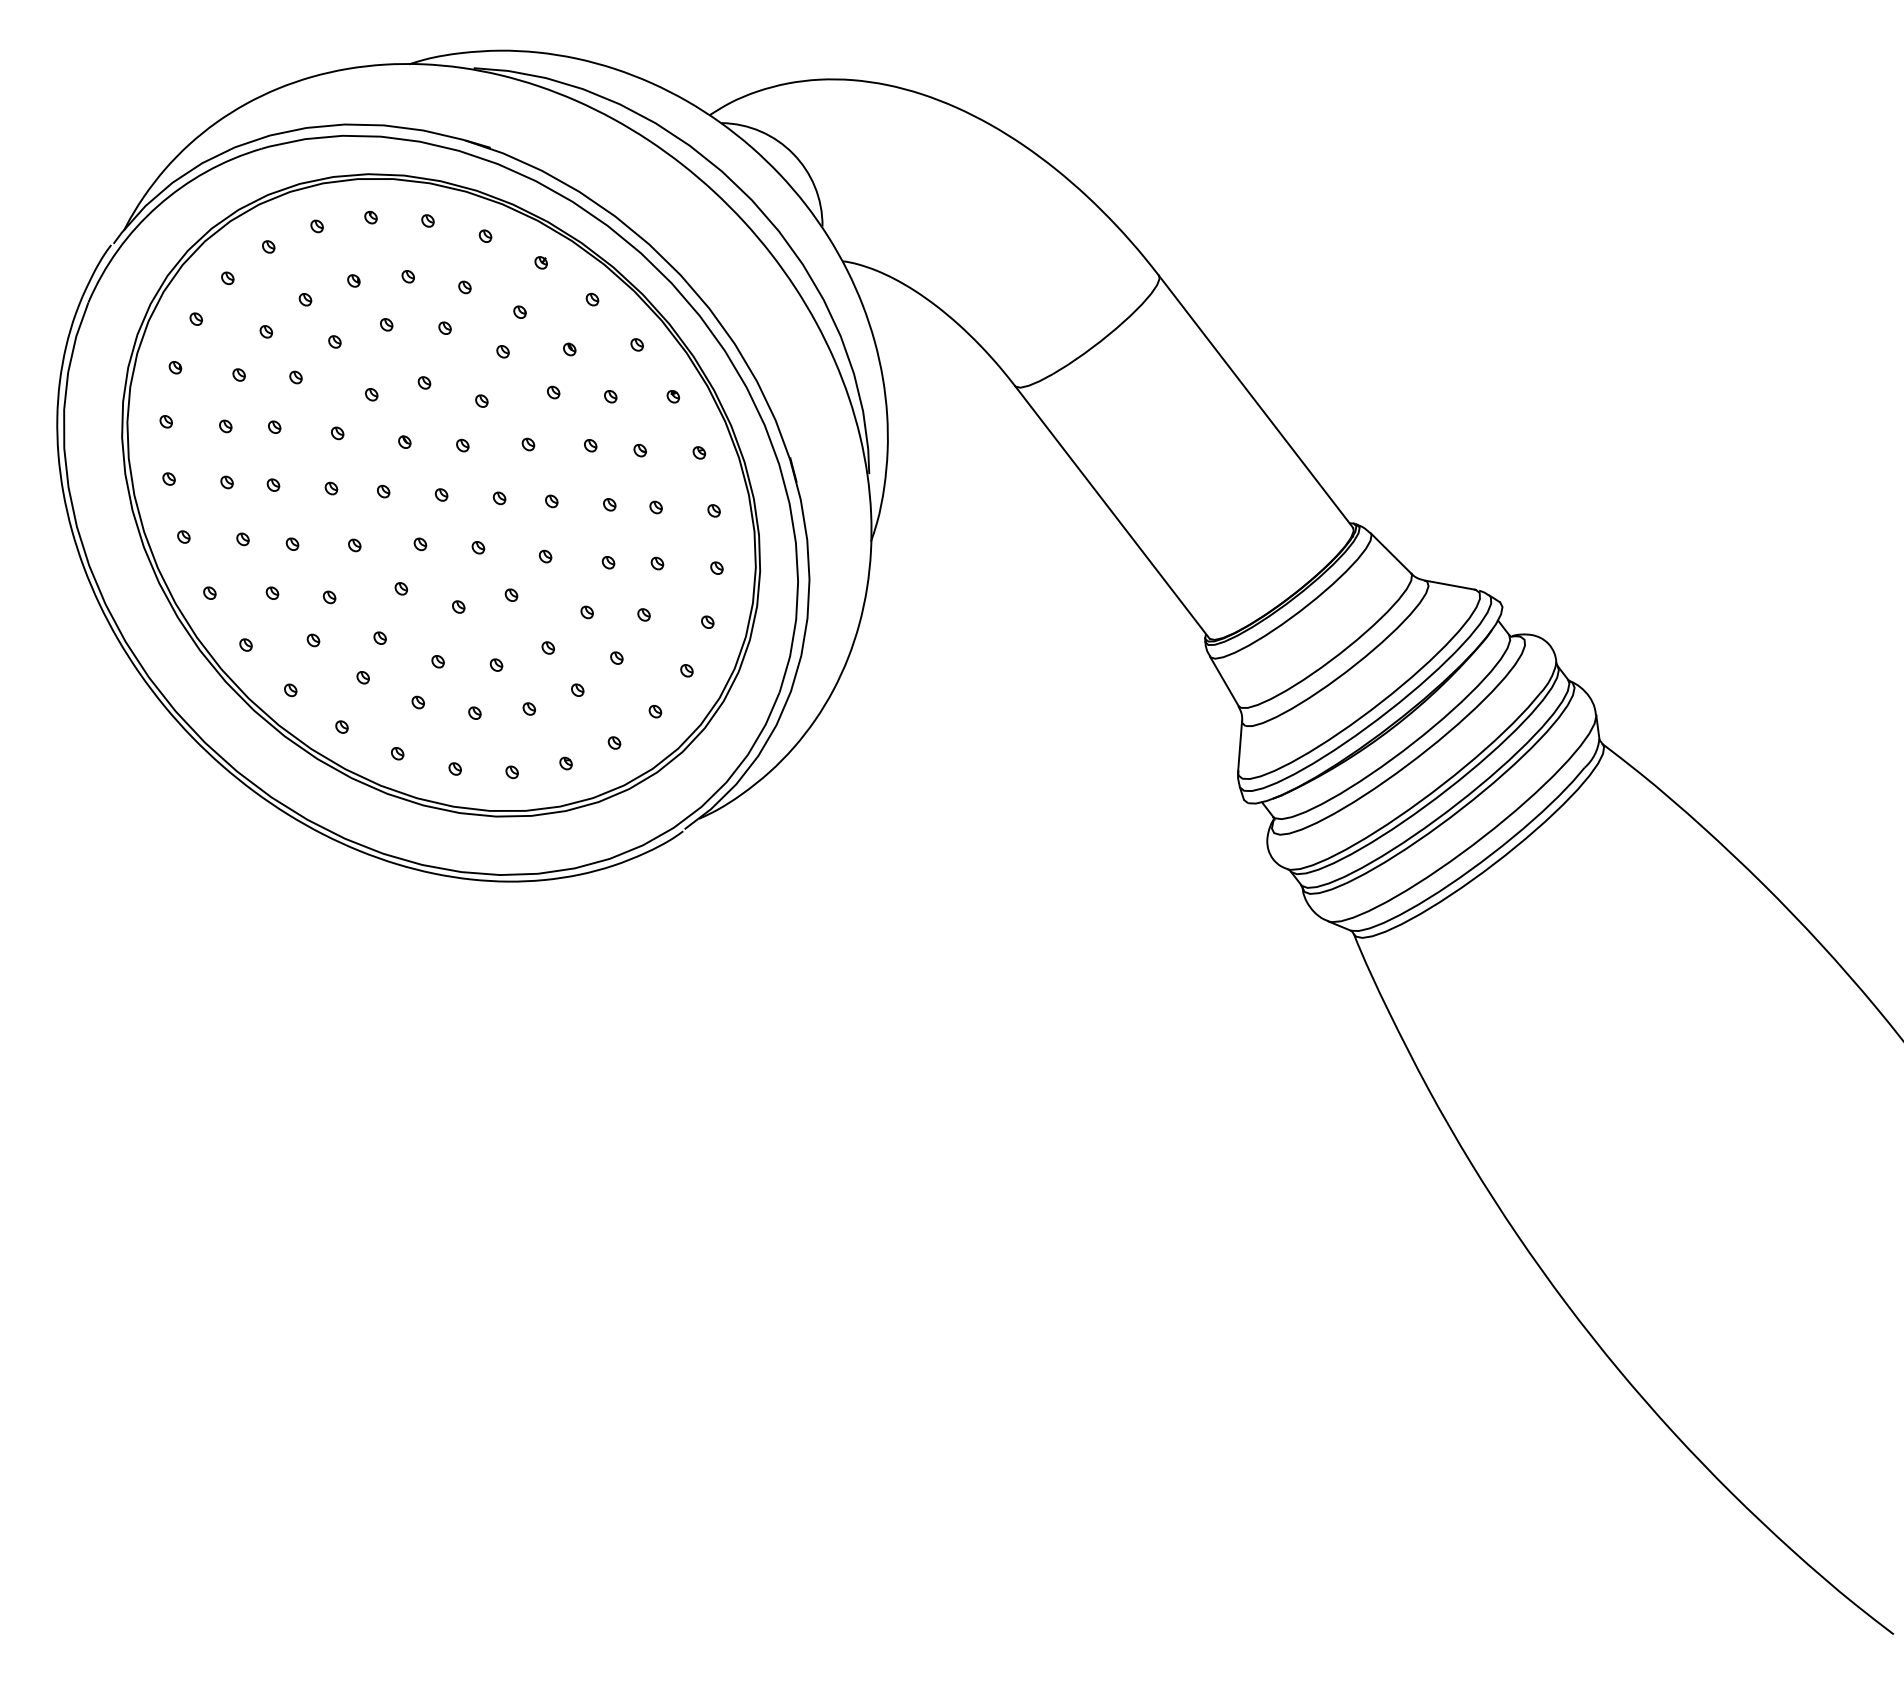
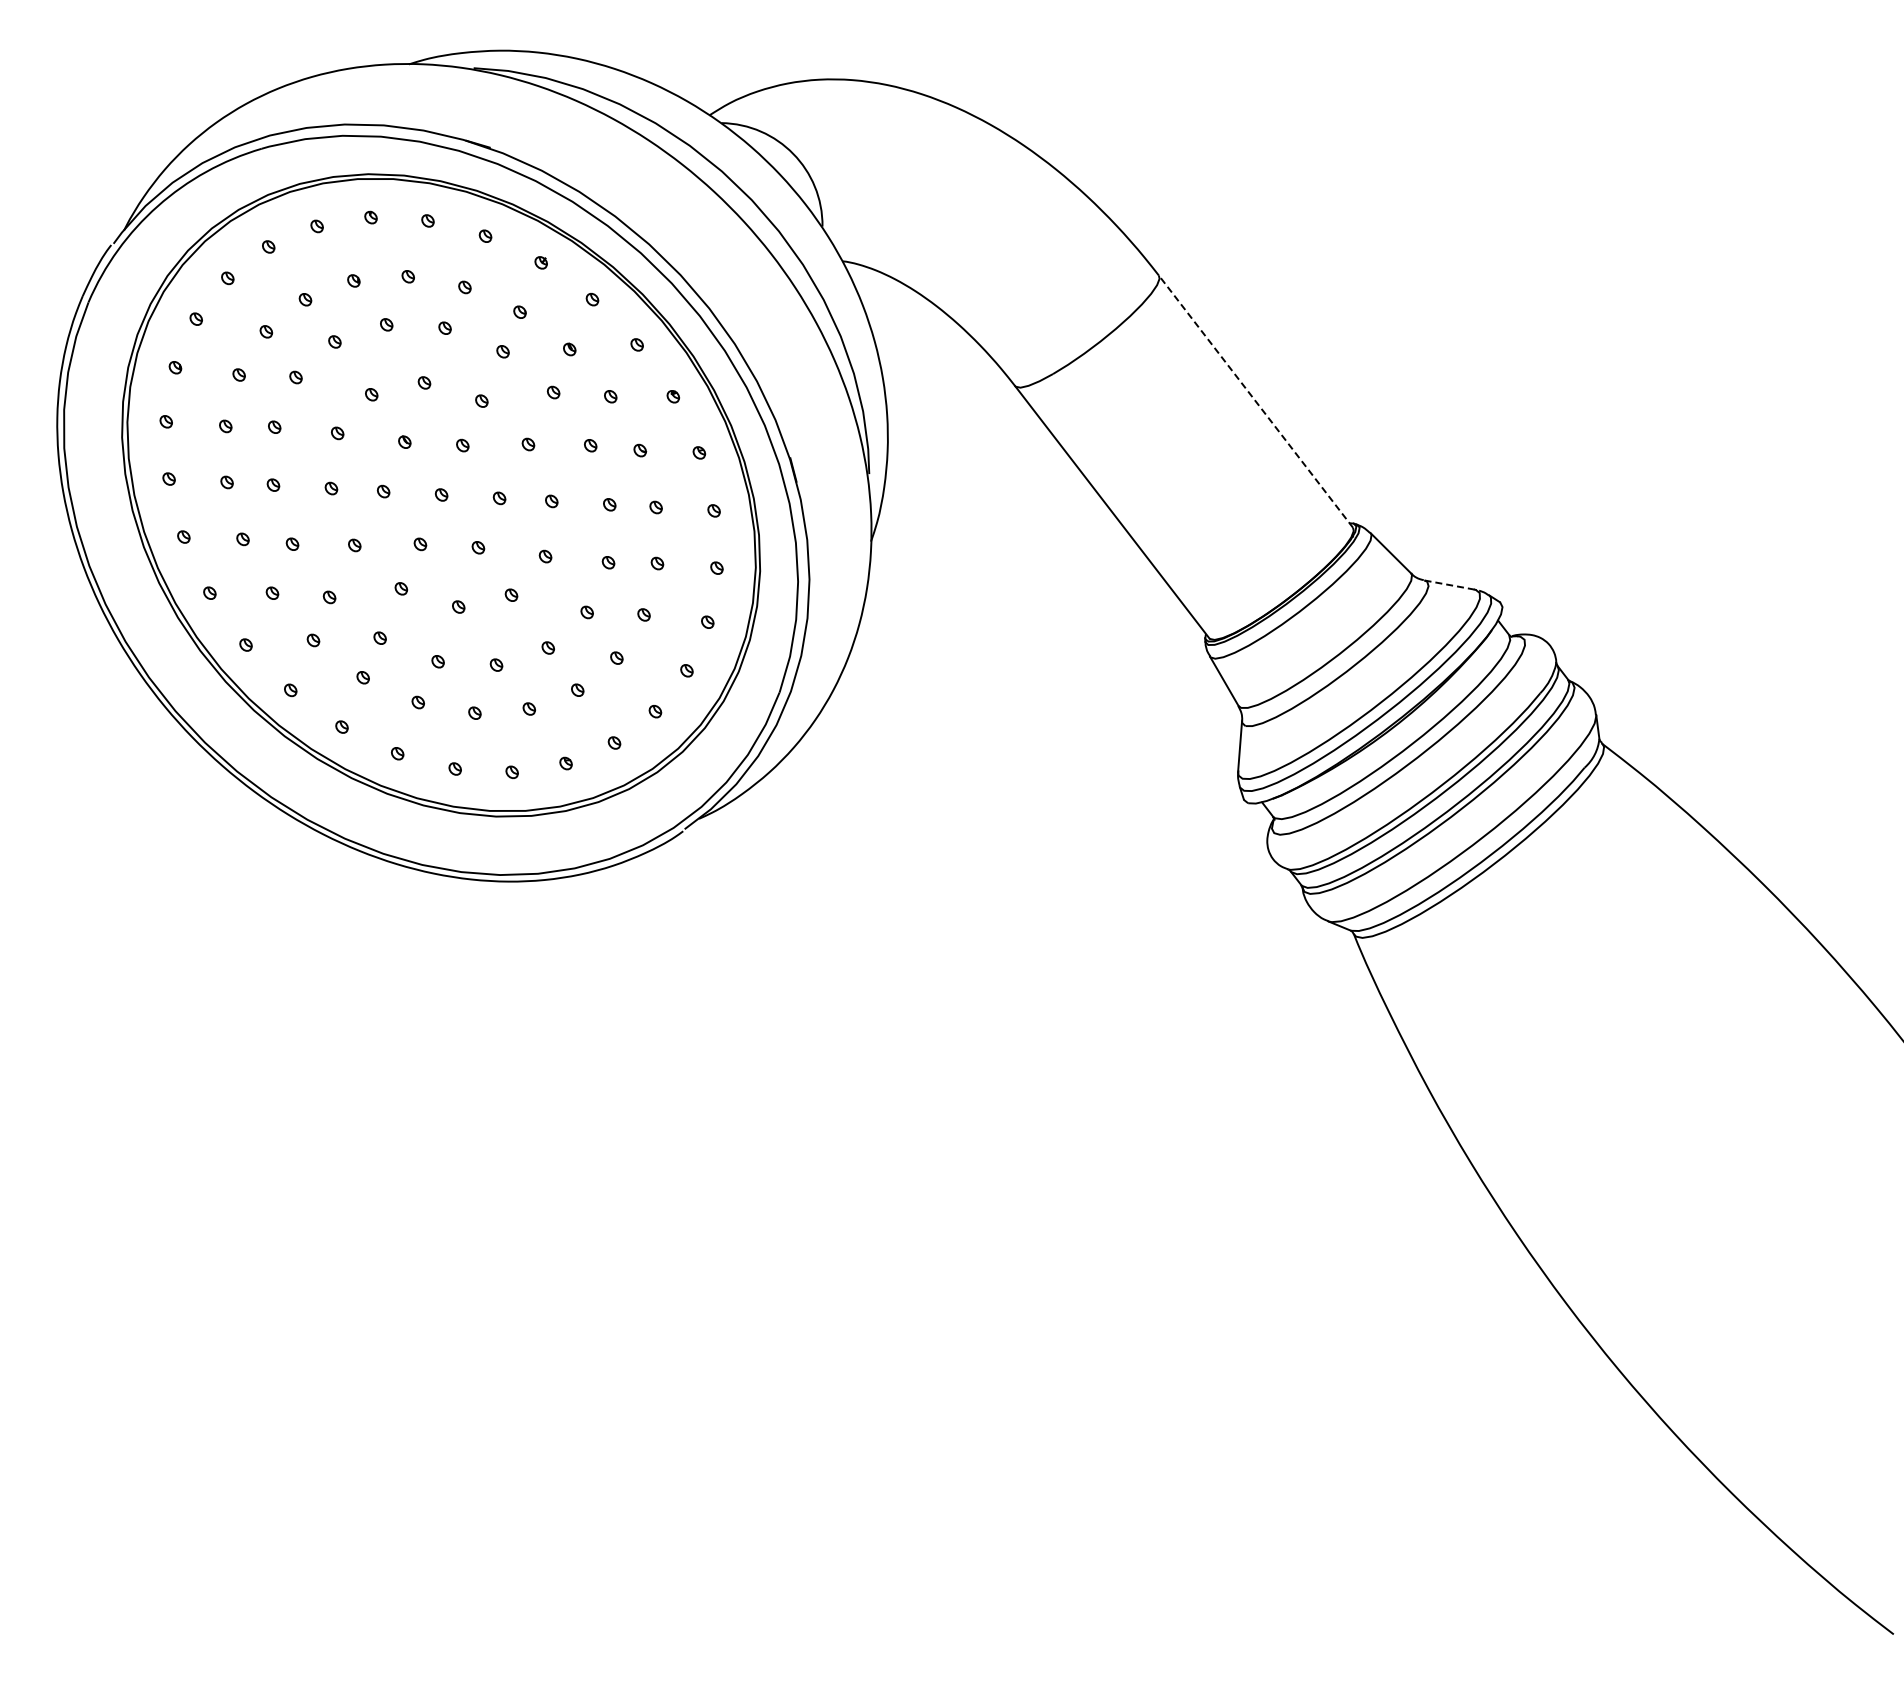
line at (1255, 401): solid -> dashed
line at (1449, 585): solid -> dashed
